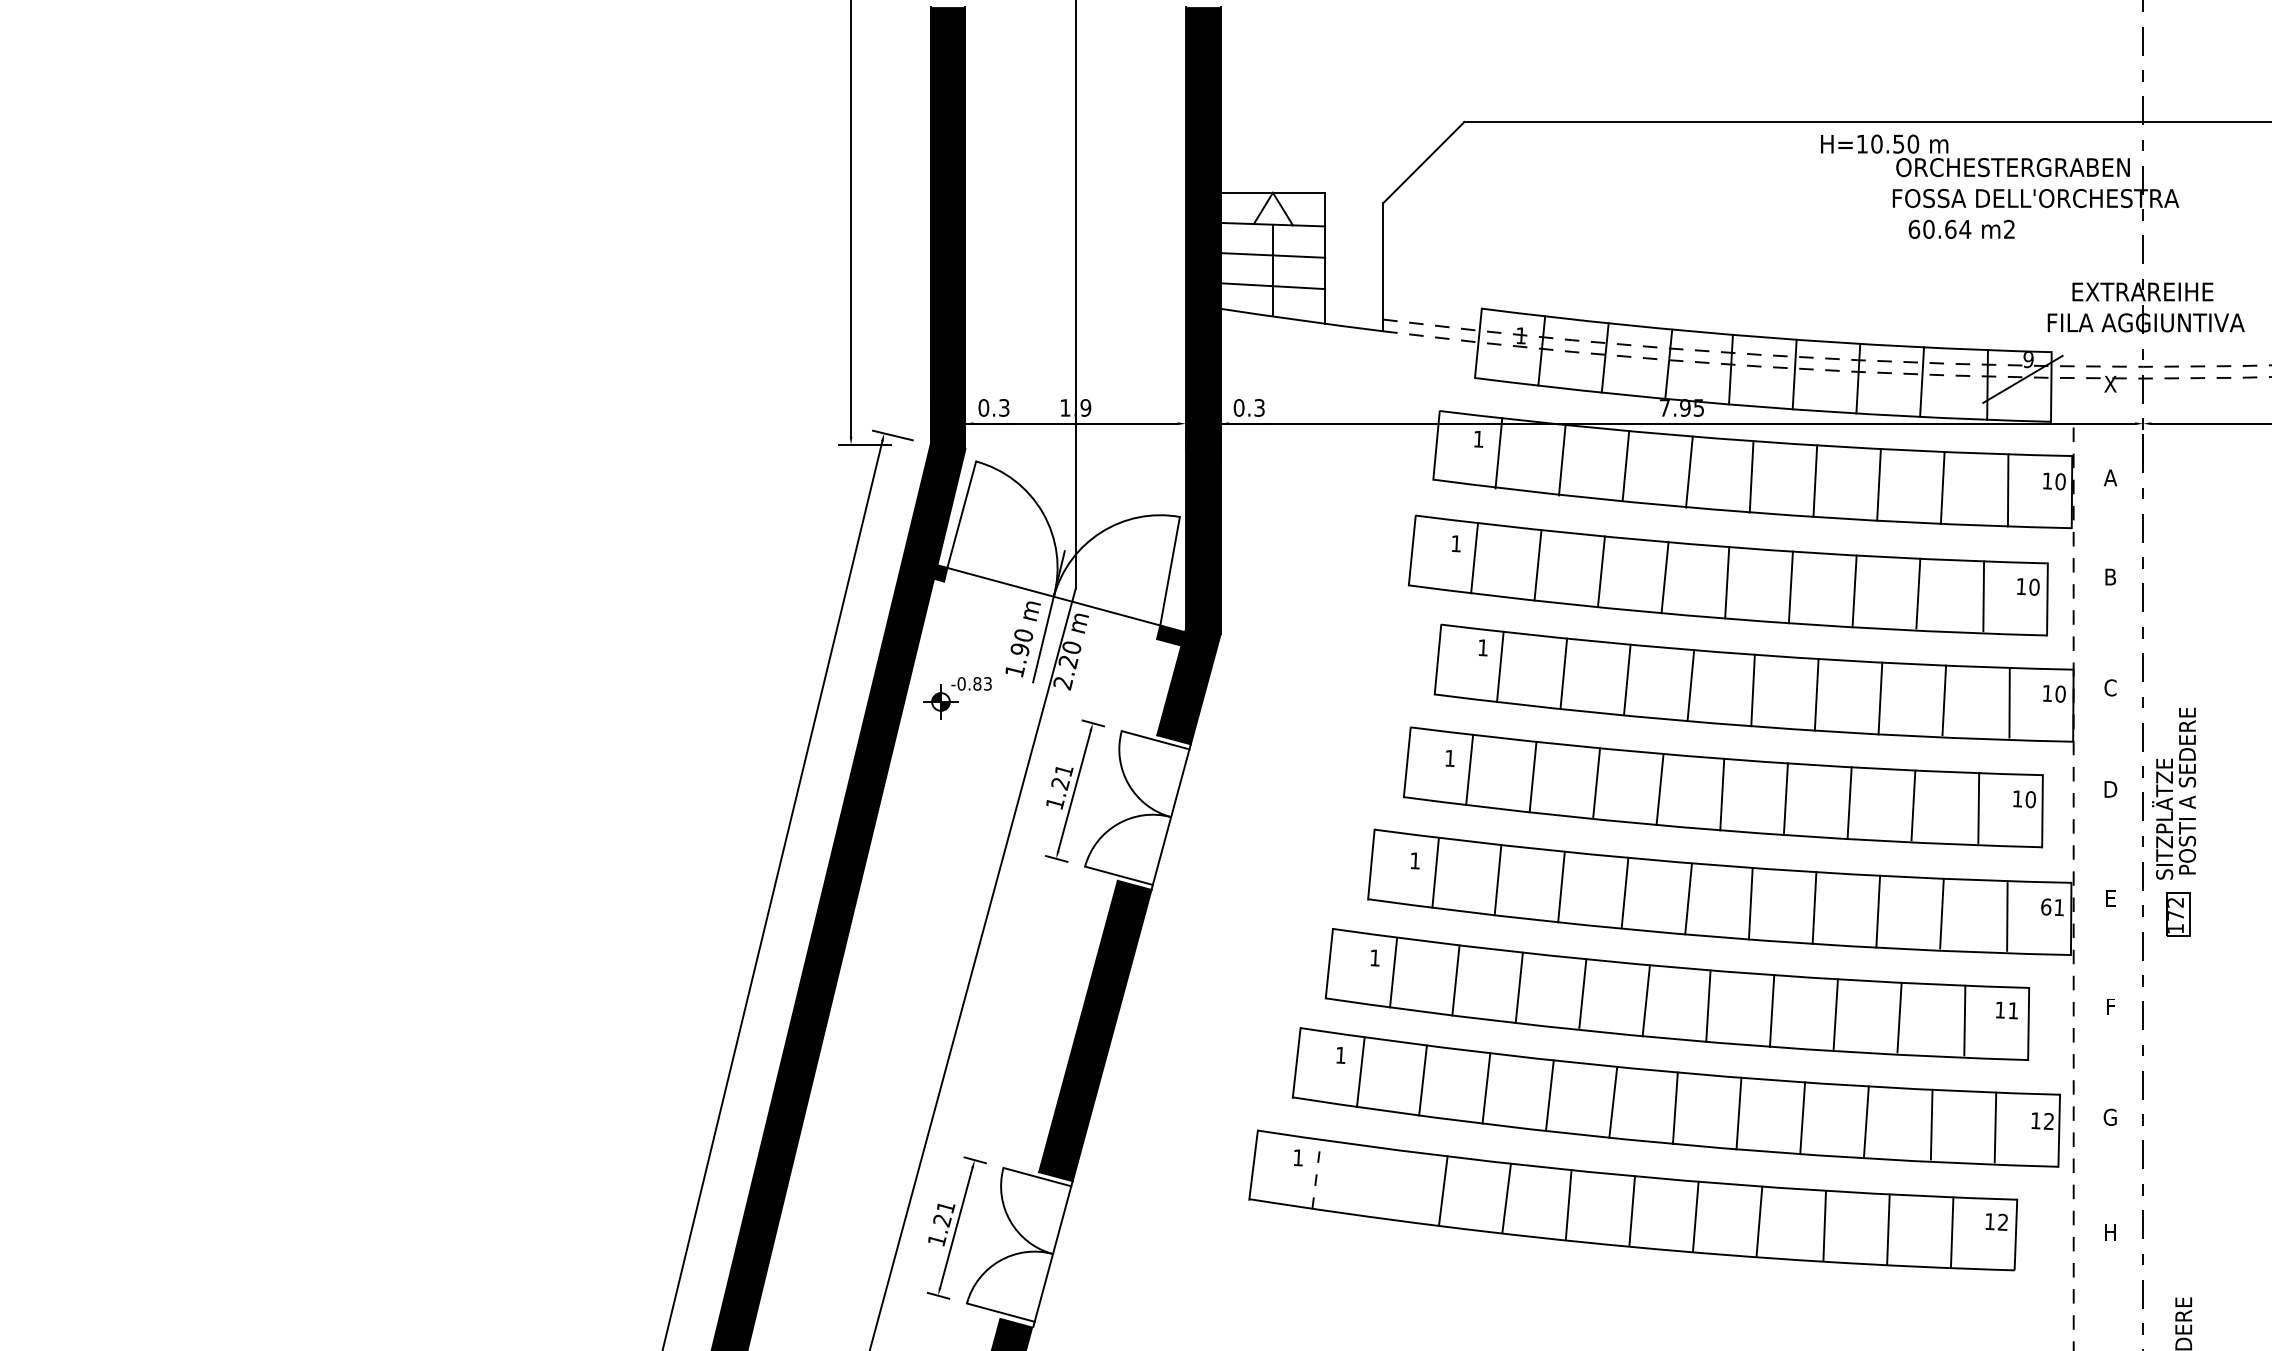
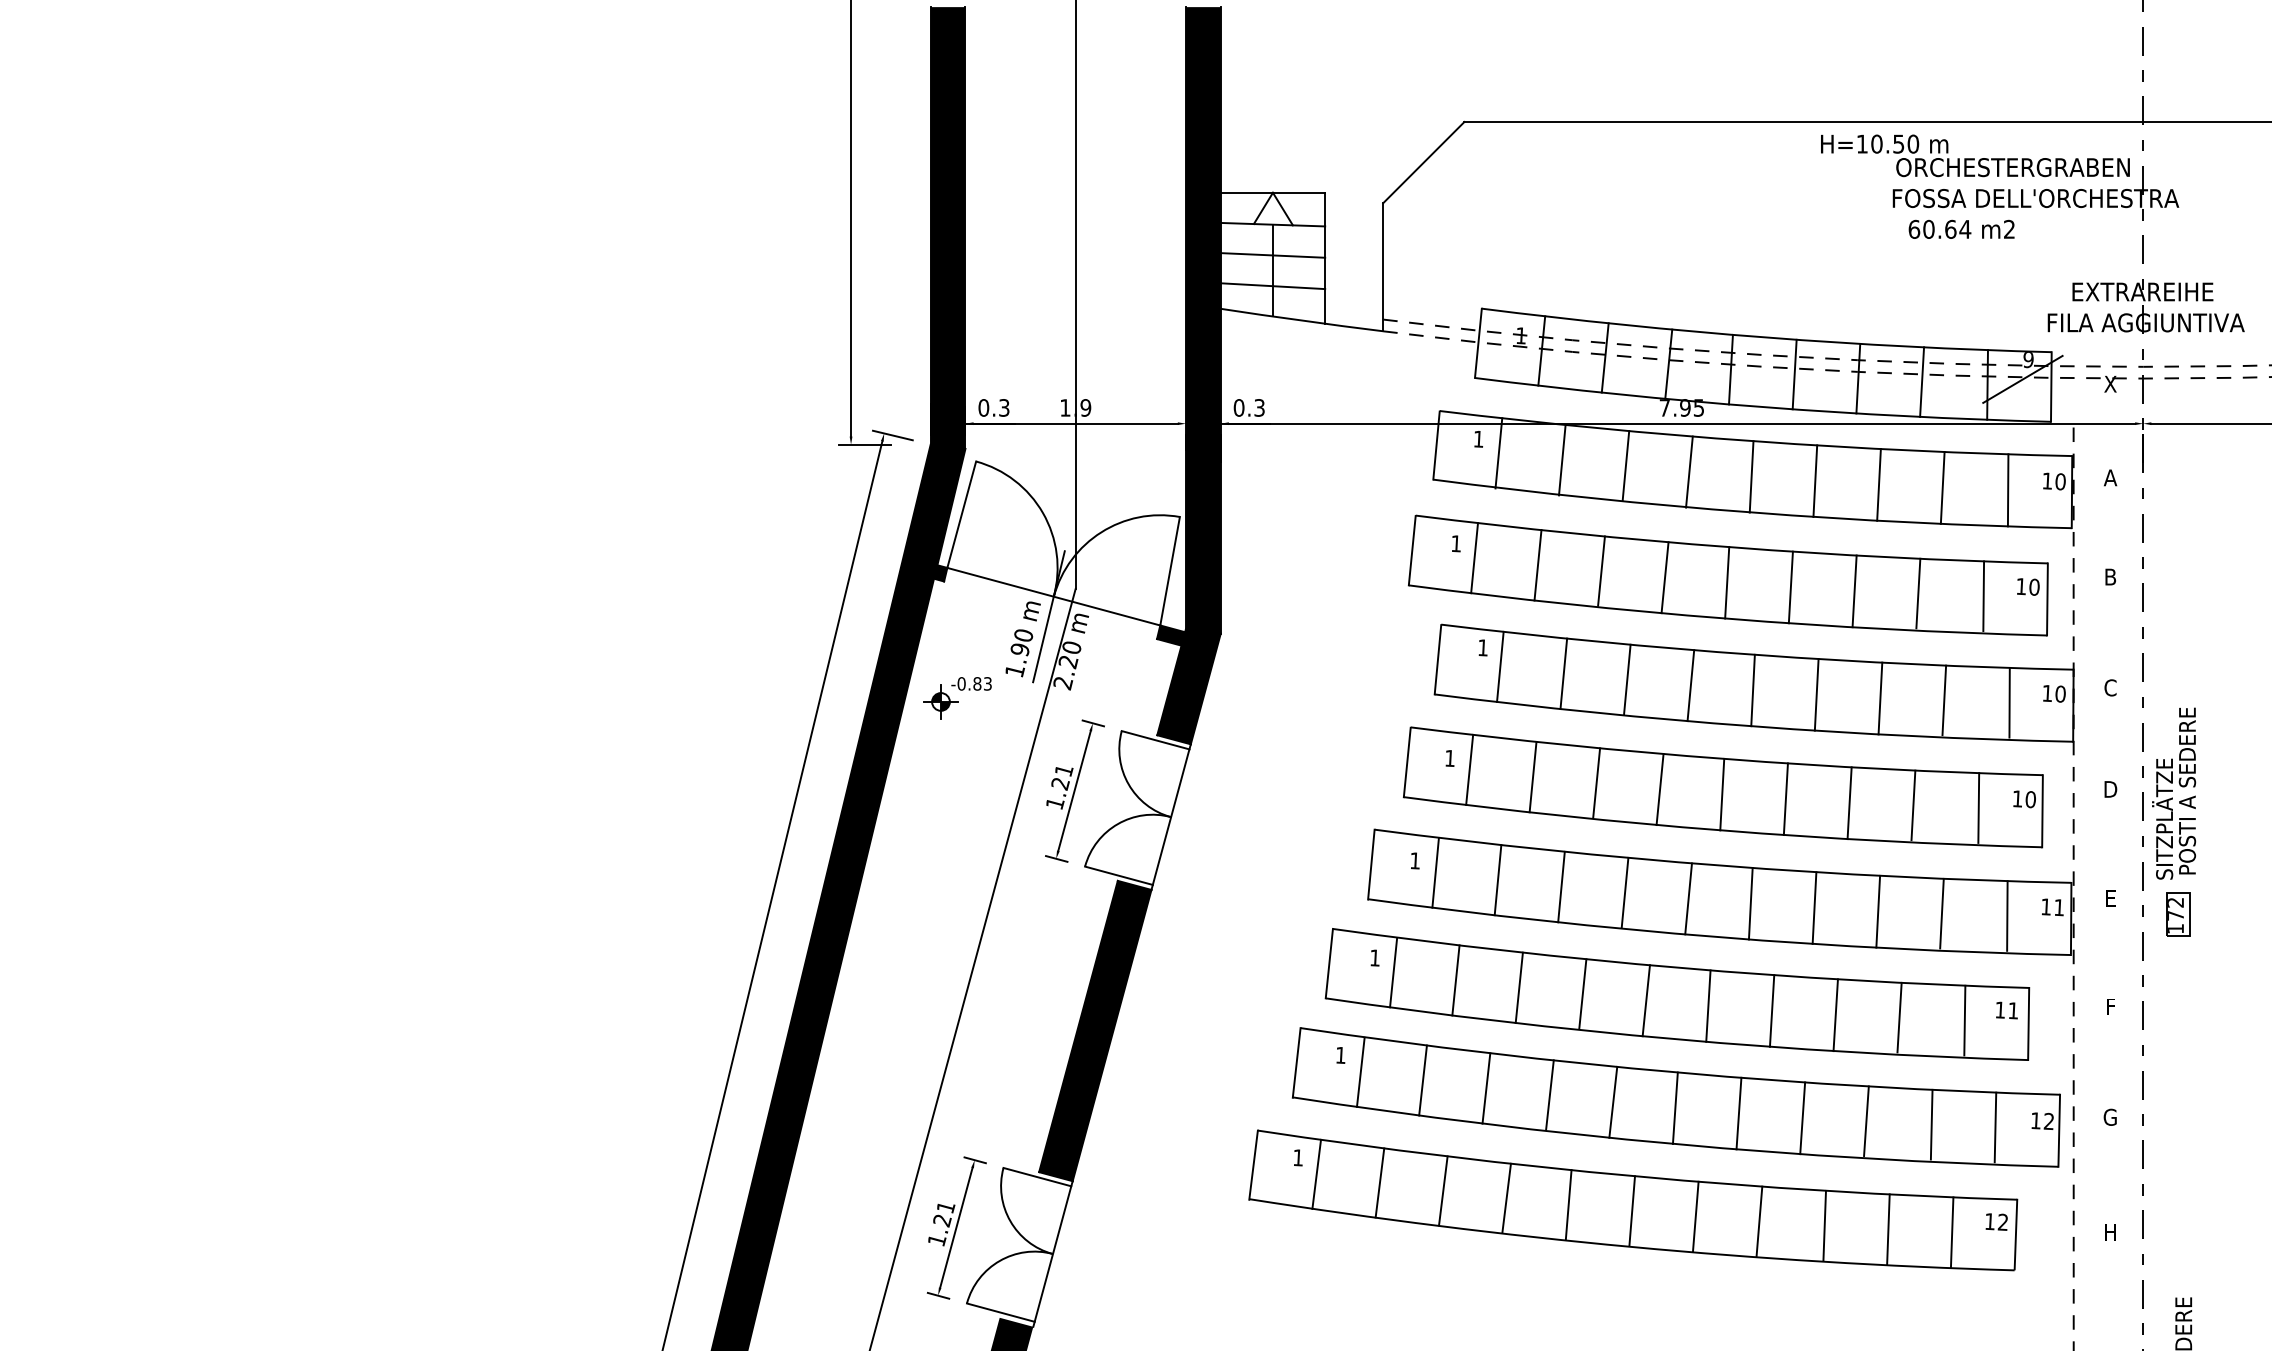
text at (2046, 906): 61 -> 11
line at (1316, 1174): dashed -> solid
line at (1379, 1182): none -> present
